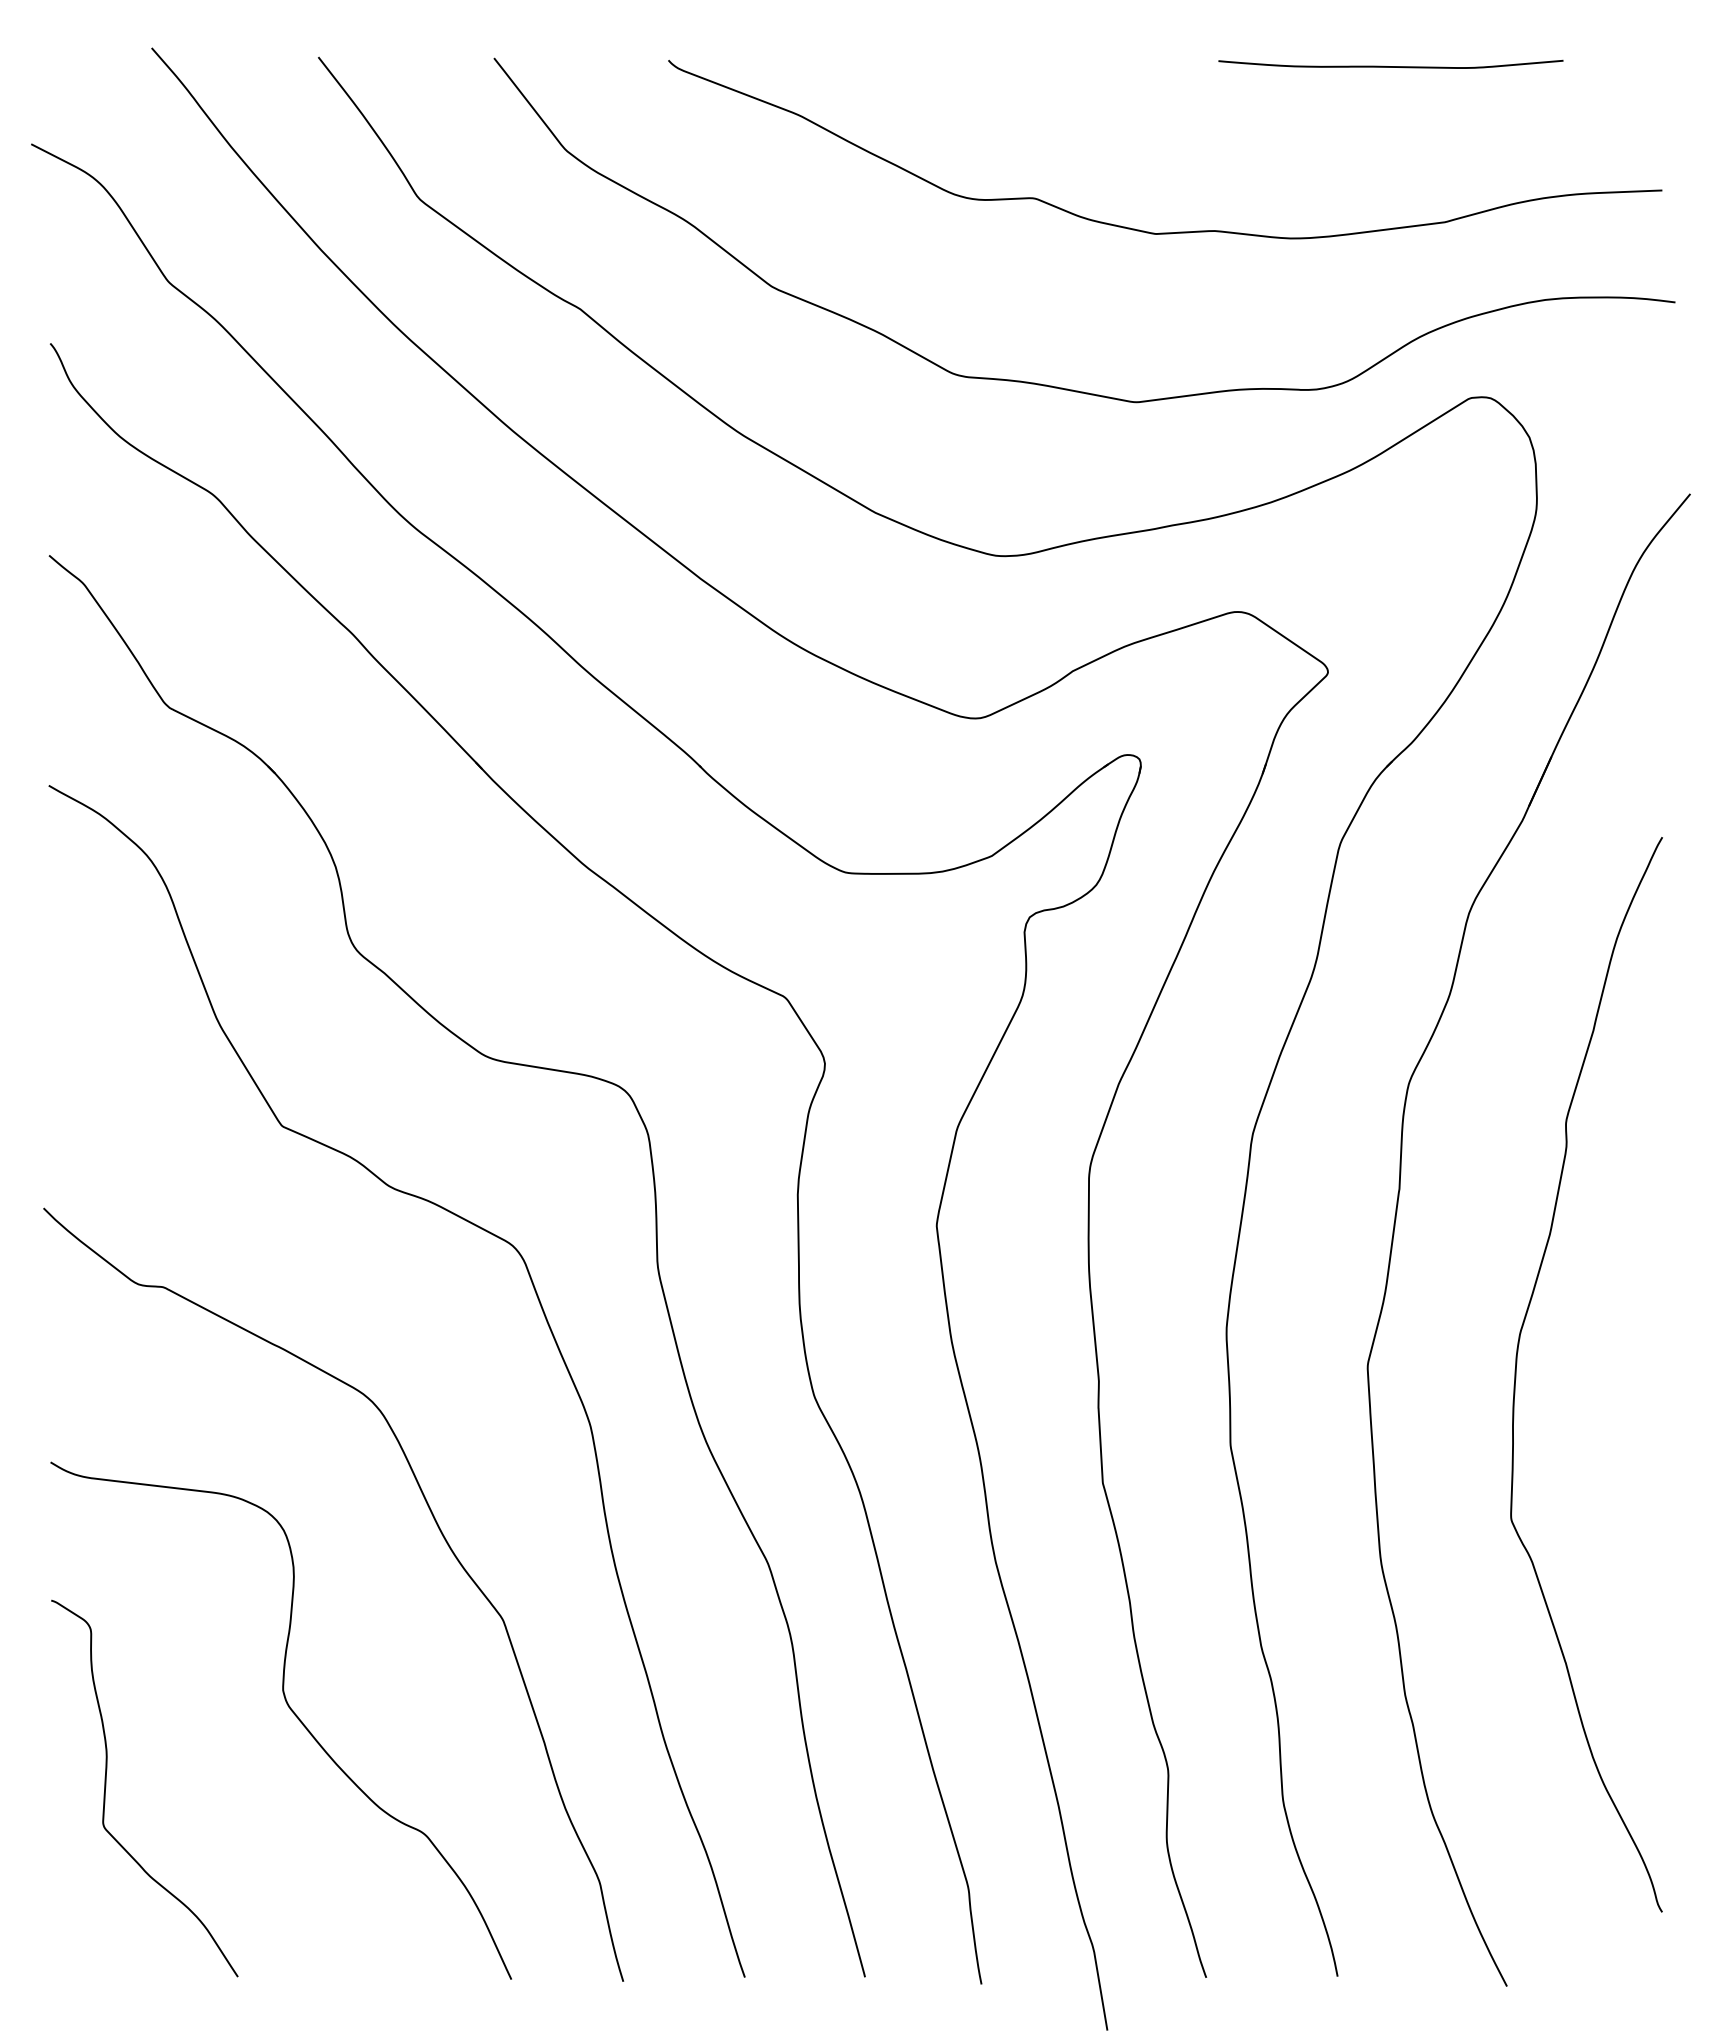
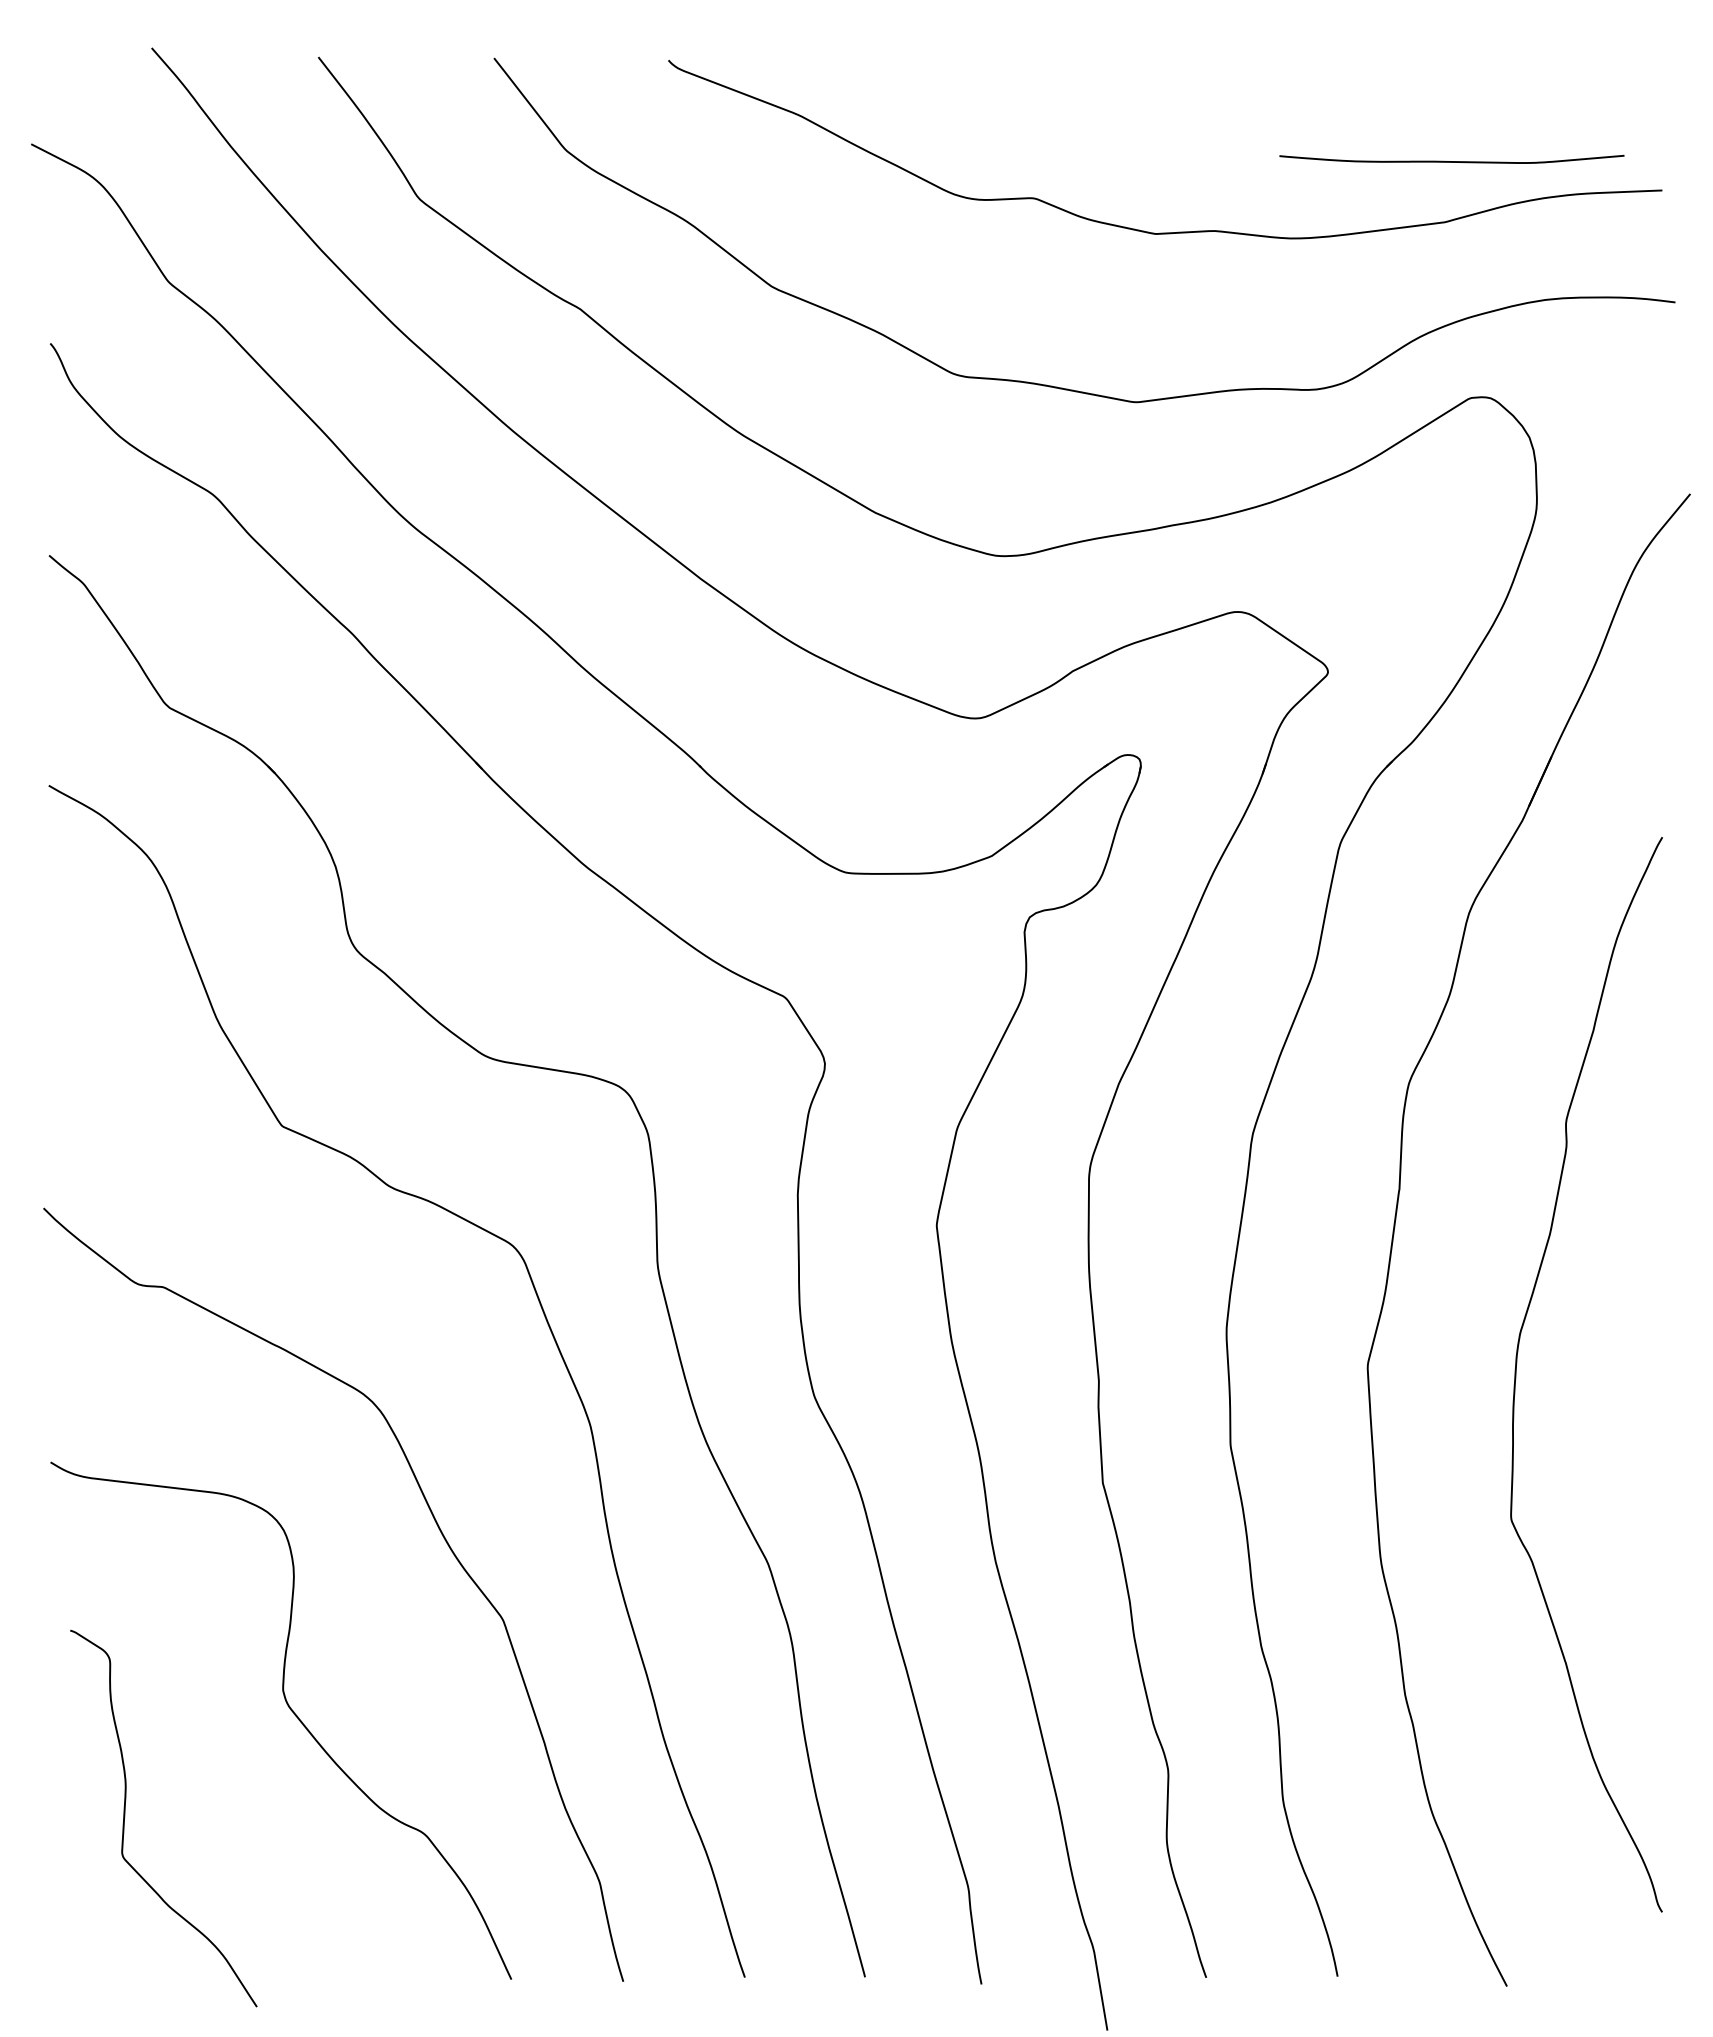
curve at (1390, 66) position: (1390, 66) -> (1451, 161)
curve at (106, 1787) position: (106, 1787) -> (125, 1817)
